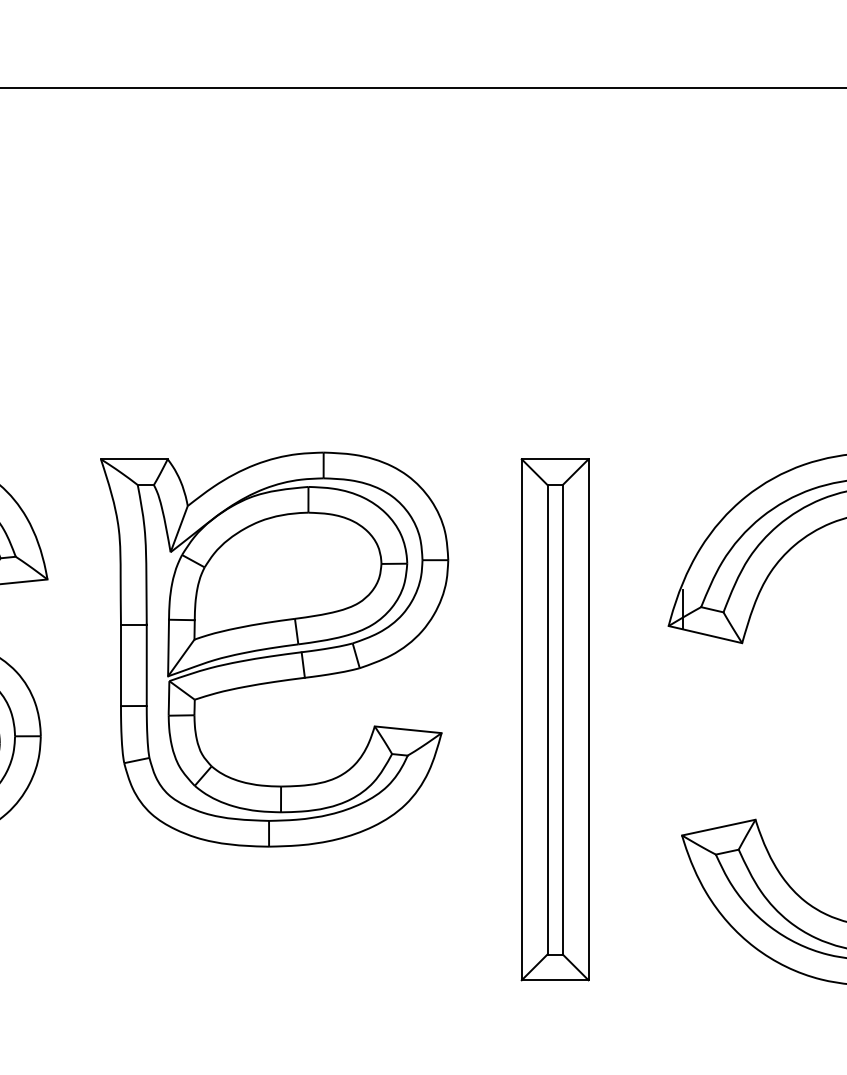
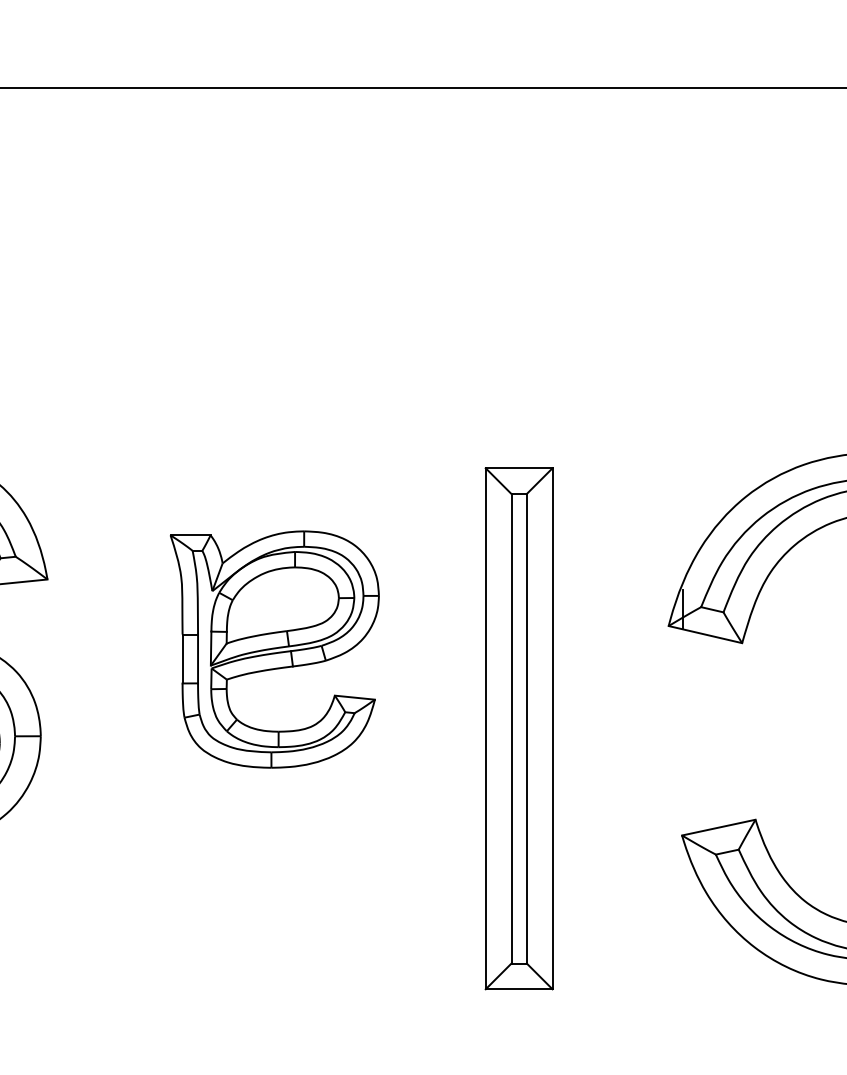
part at (274, 649) size: 350x397 px -> 210x239 px
part at (554, 719) position: (554, 719) -> (518, 728)
